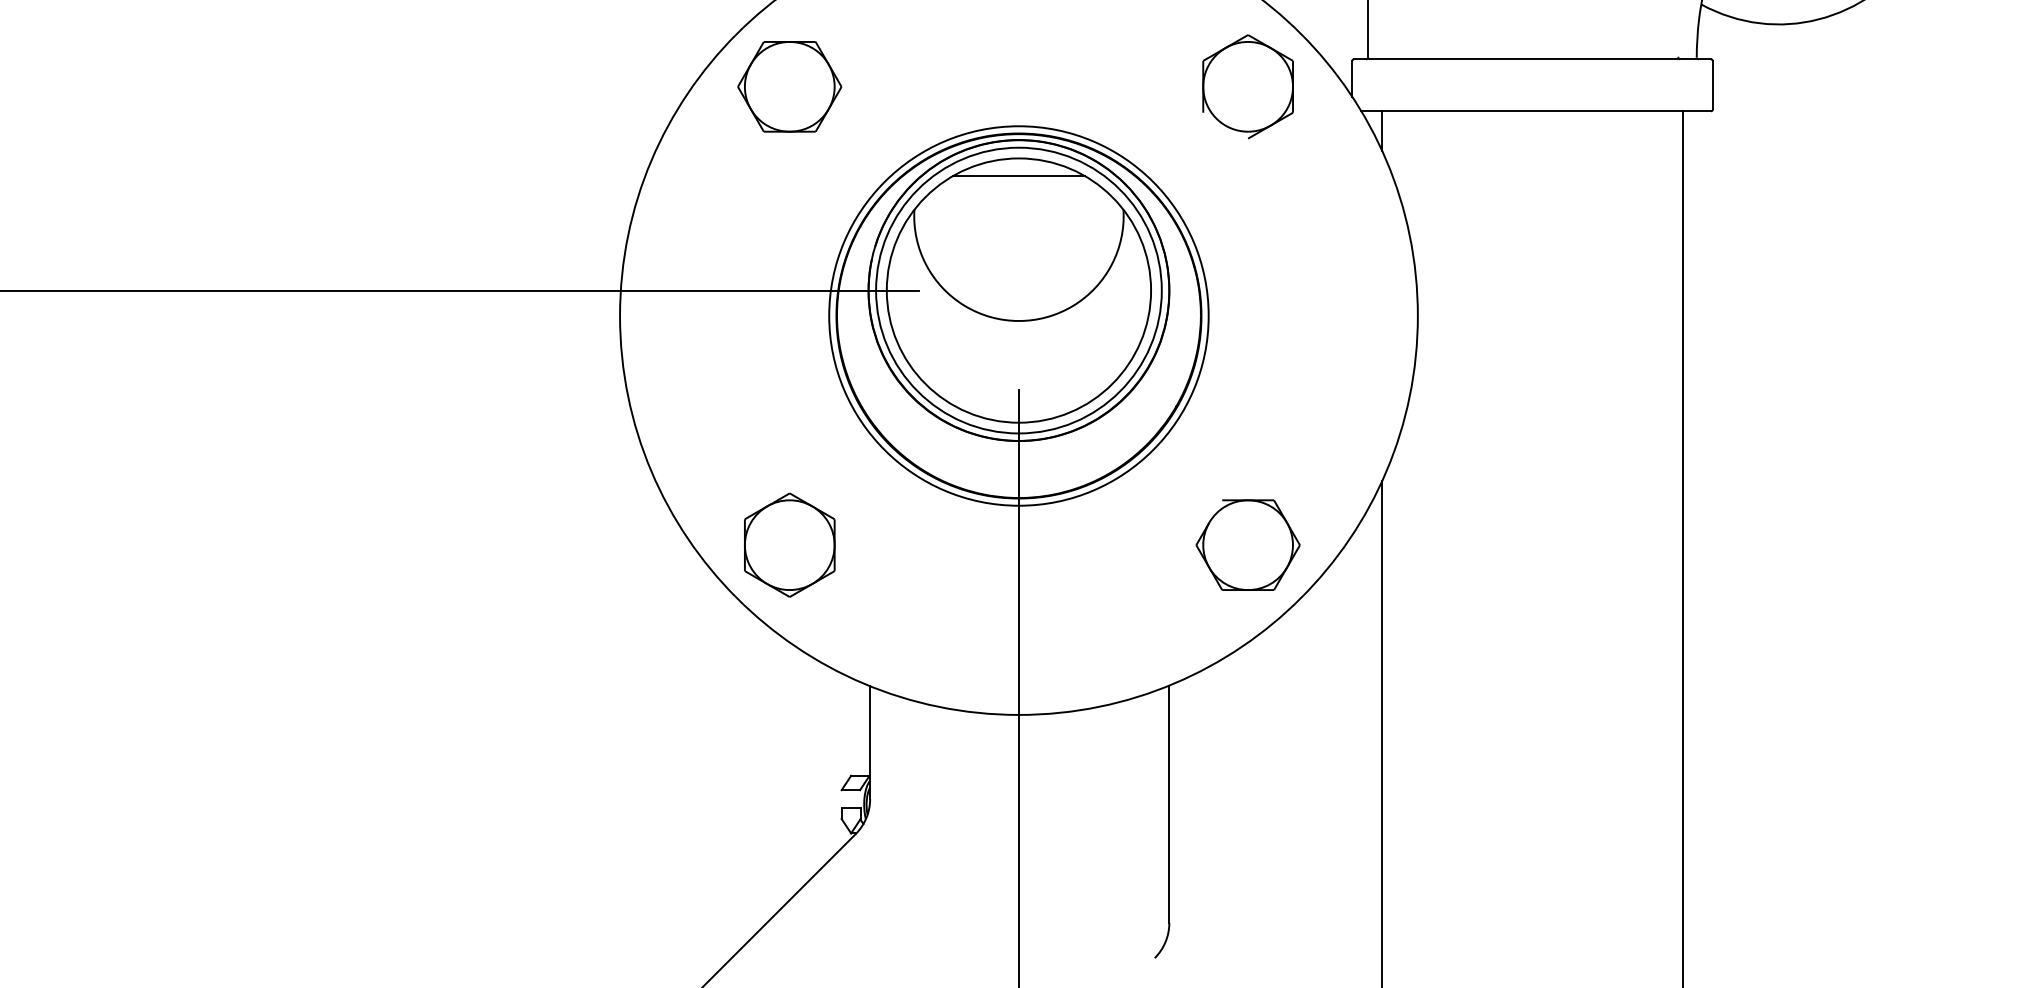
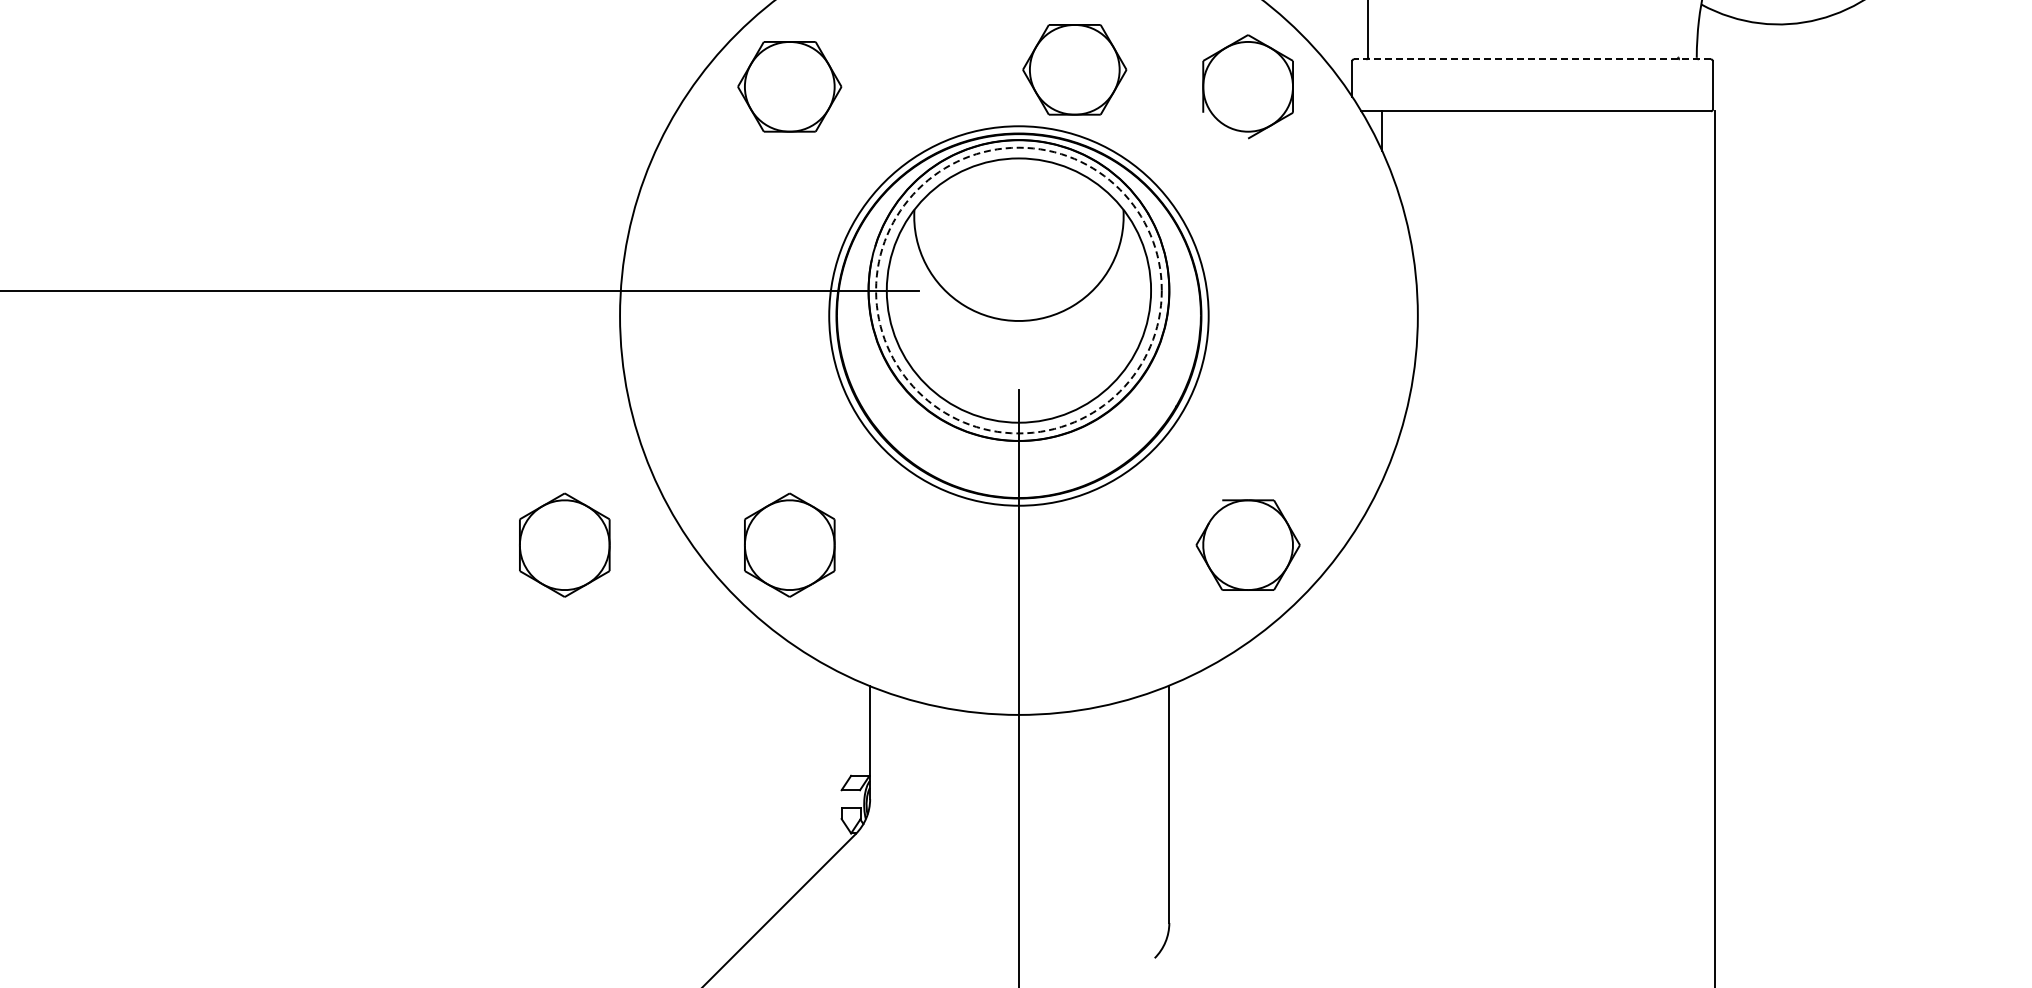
line at (1532, 59): solid -> dashed
part at (1074, 69): none -> present
line at (1018, 176): present -> none
circle at (1018, 290): solid -> dashed
part at (564, 544): none -> present
line at (1682, 547) position: (1682, 547) -> (1714, 547)
line at (1382, 732): present -> none
